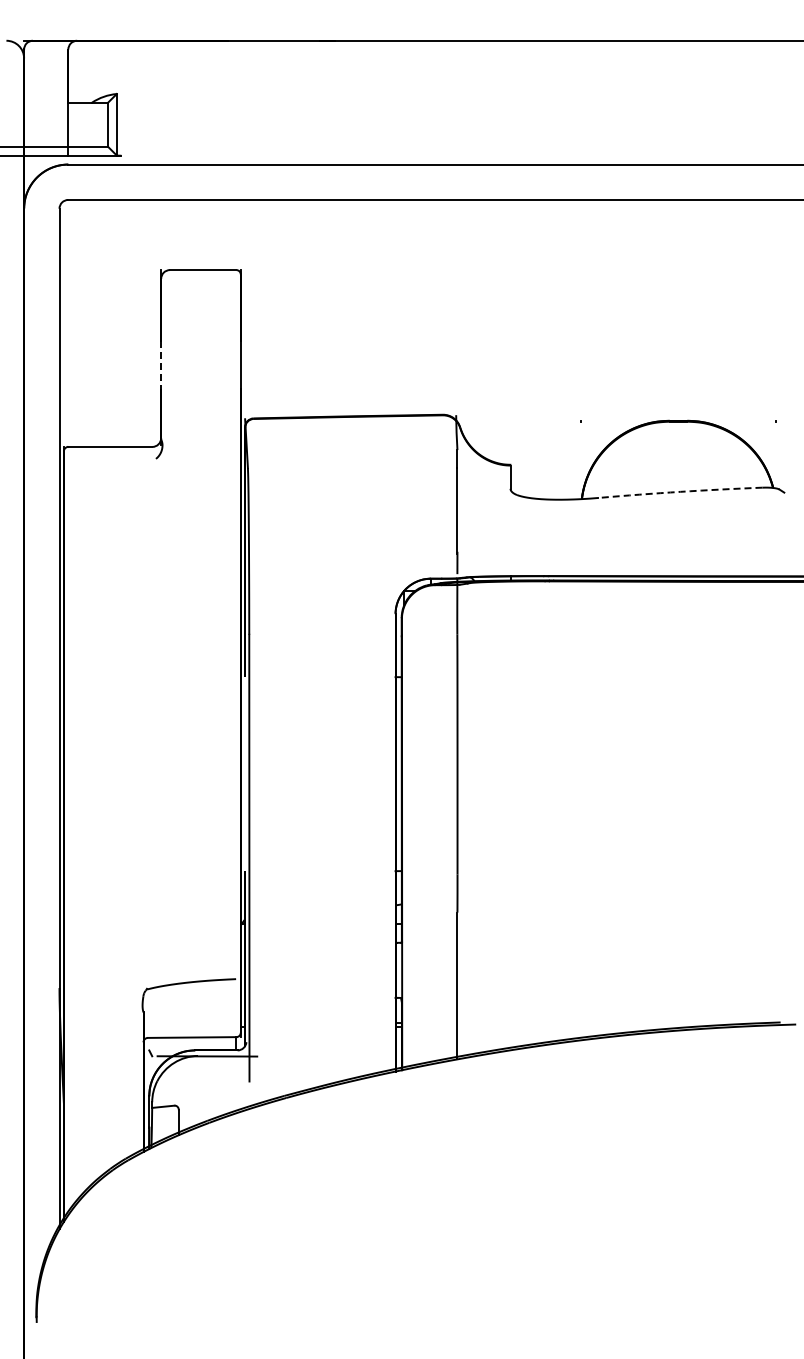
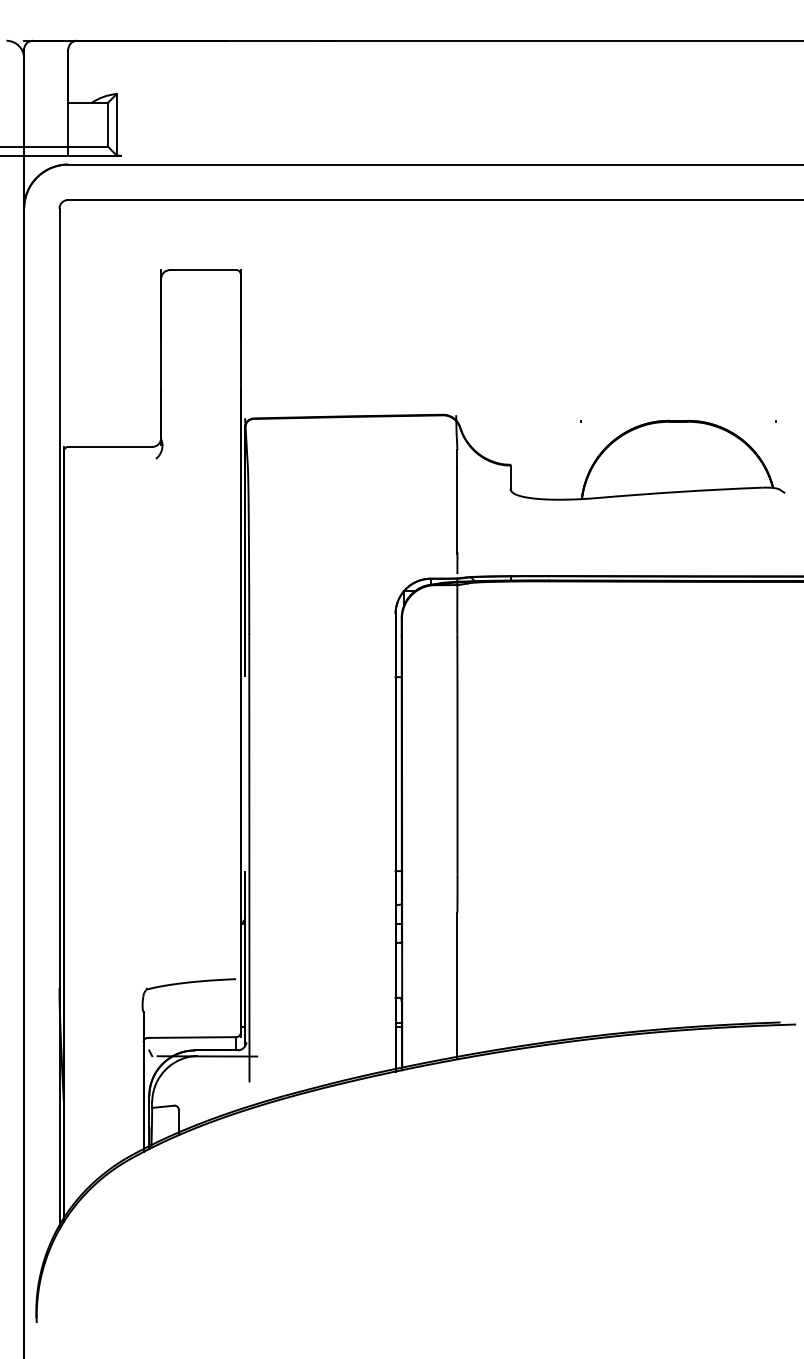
line at (161, 365): dashed -> solid
arc at (680, 491): dashed -> solid
